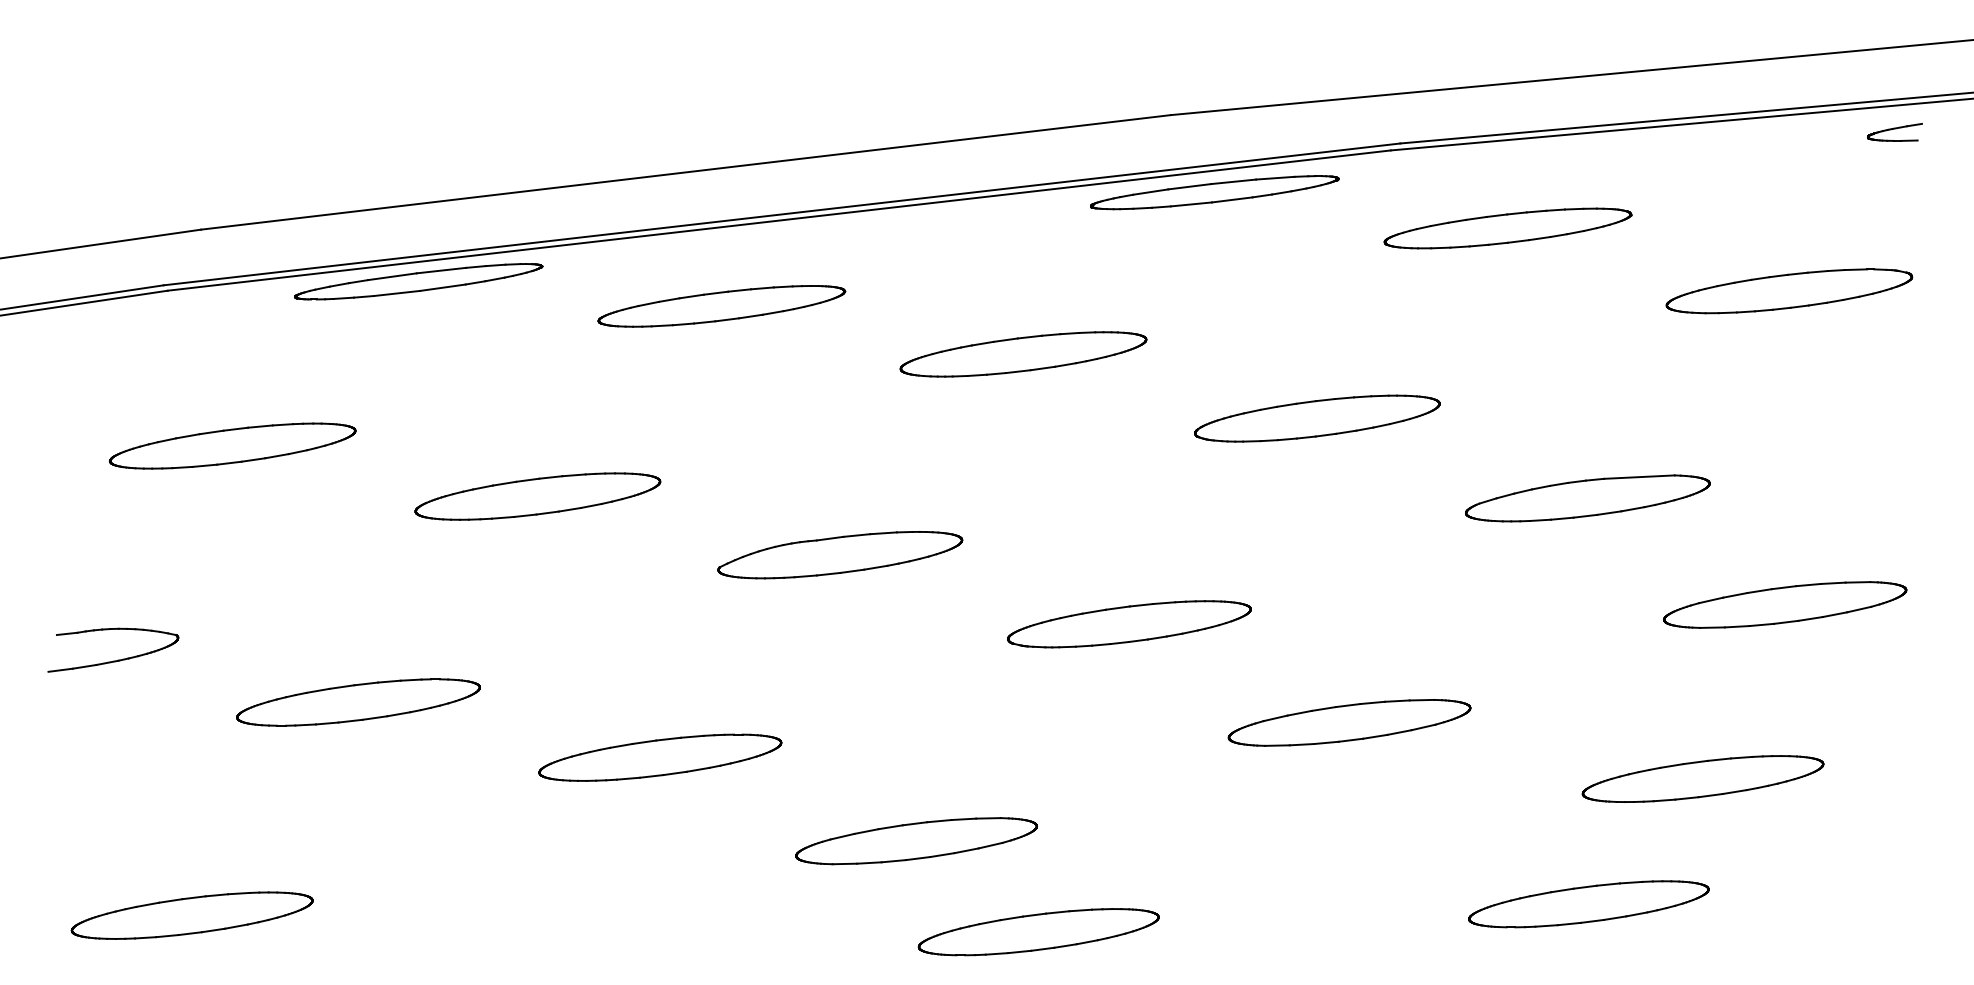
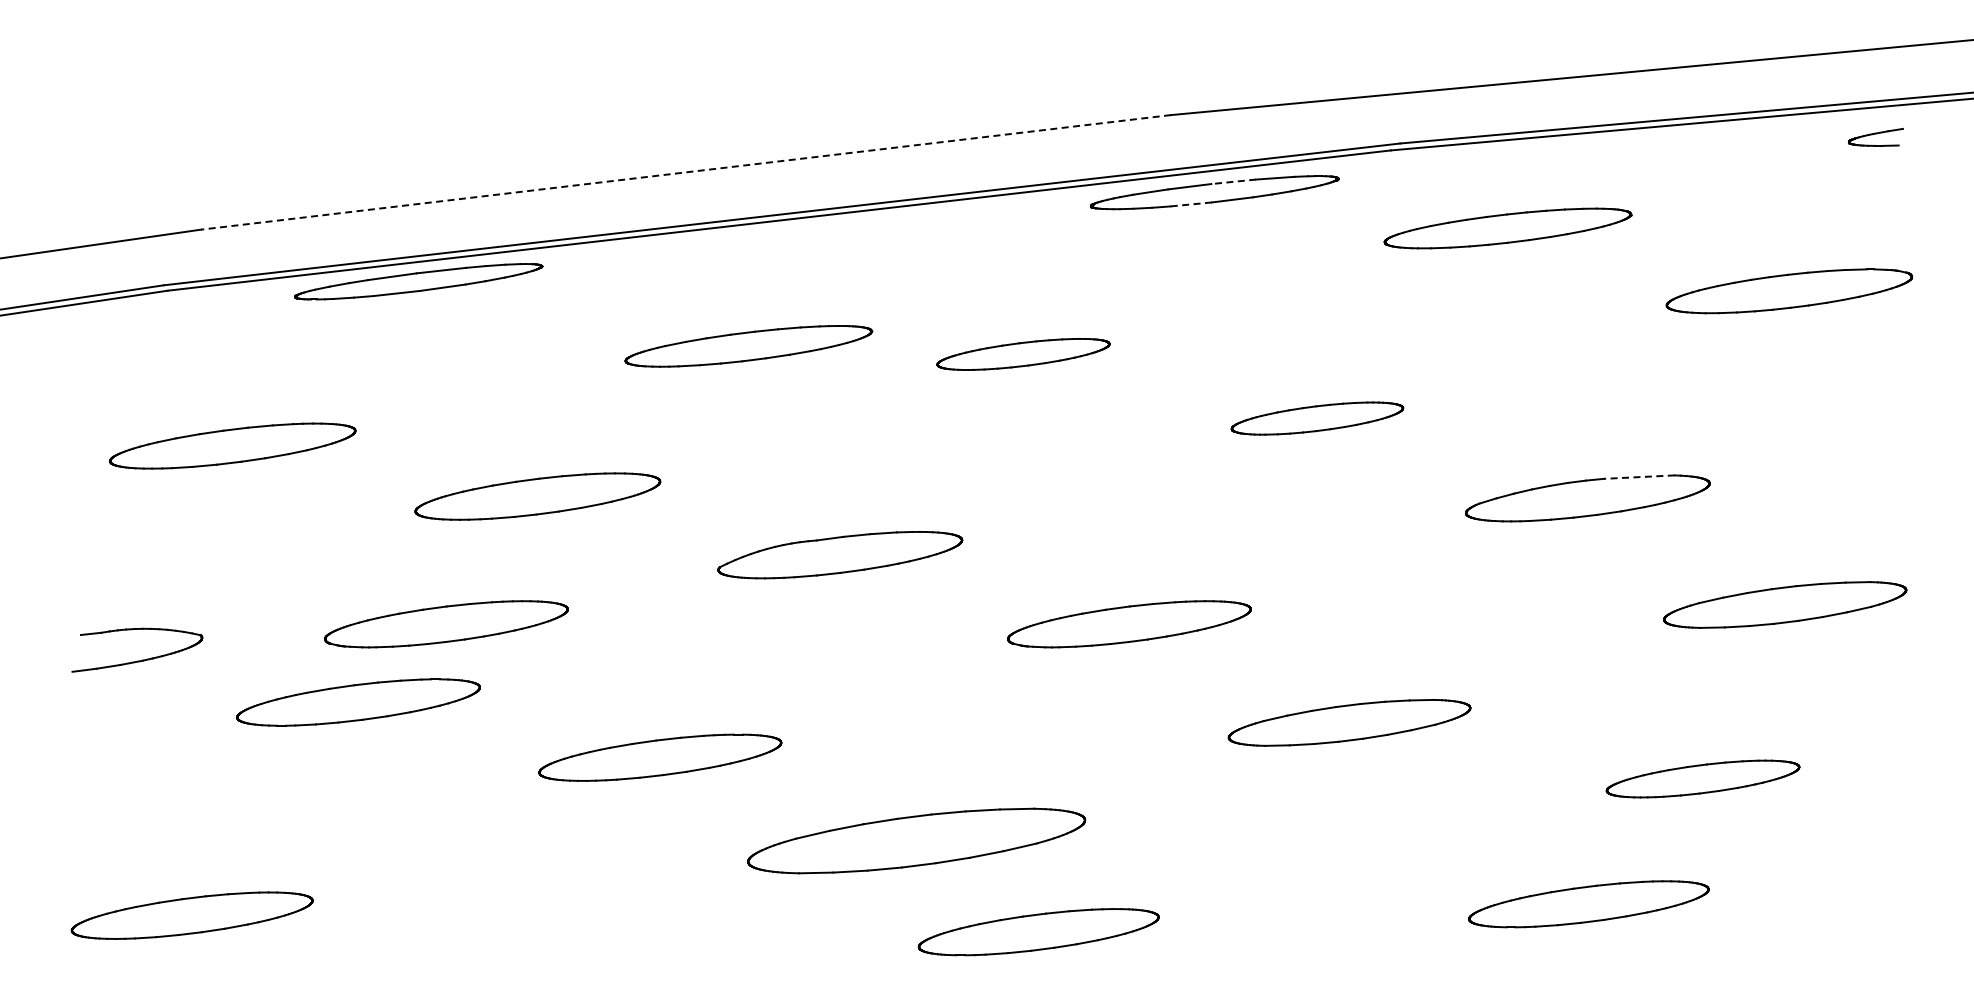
part at (1894, 132) position: (1894, 132) -> (1875, 137)
line at (685, 172): solid -> dashed
line at (1233, 181): solid -> dashed
line at (1191, 204): solid -> dashed
part at (721, 306) position: (721, 306) -> (748, 346)
part at (1023, 354) size: 249x47 px -> 175x33 px
part at (1317, 418) size: 247x49 px -> 175x35 px
line at (1638, 477): solid -> dashed
part at (446, 624): none -> present
part at (113, 660) position: (113, 660) -> (137, 660)
part at (1702, 778) size: 244x48 px -> 196x40 px
part at (916, 841) size: 243x49 px -> 340x68 px
